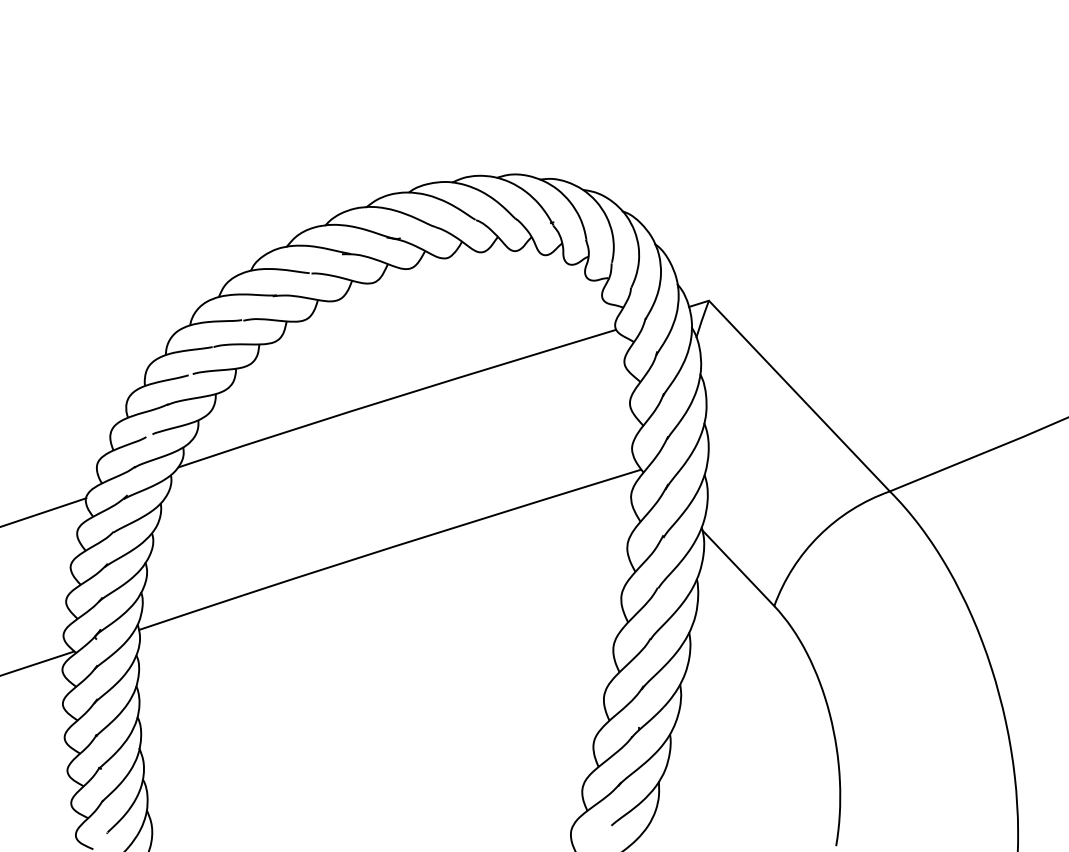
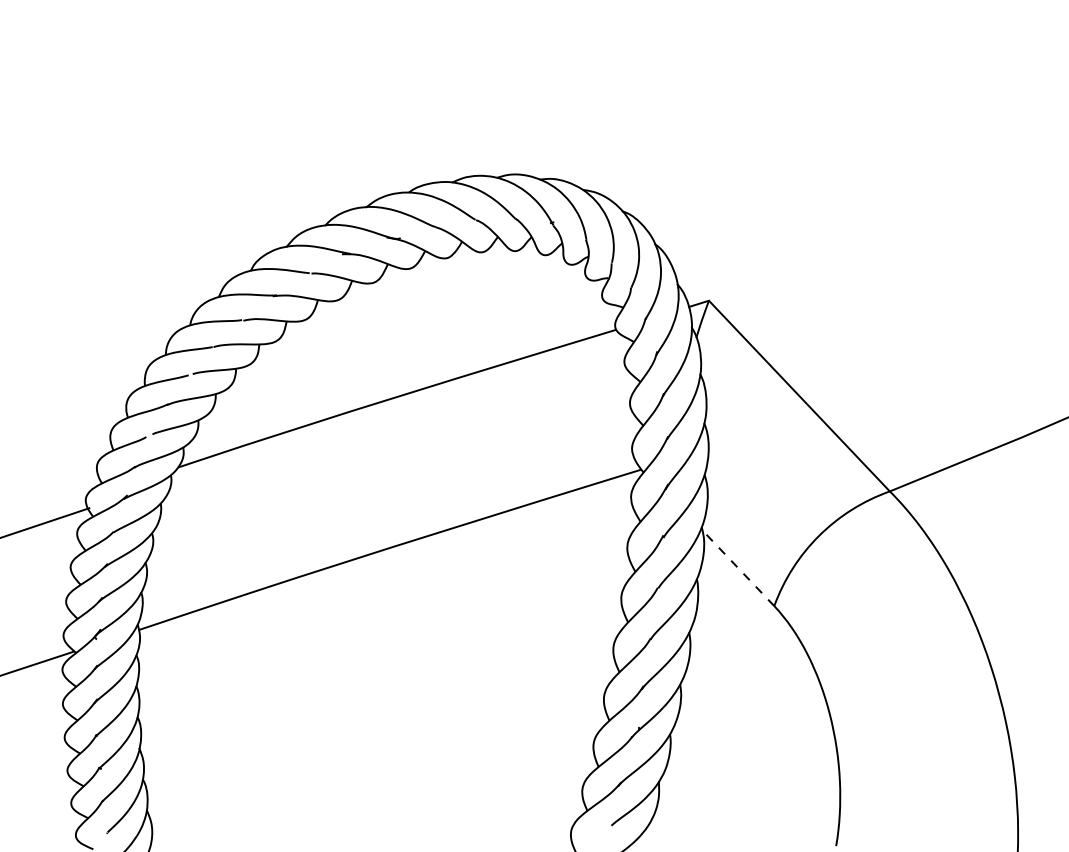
line at (44, 512) position: (44, 512) -> (45, 522)
line at (738, 567): solid -> dashed
